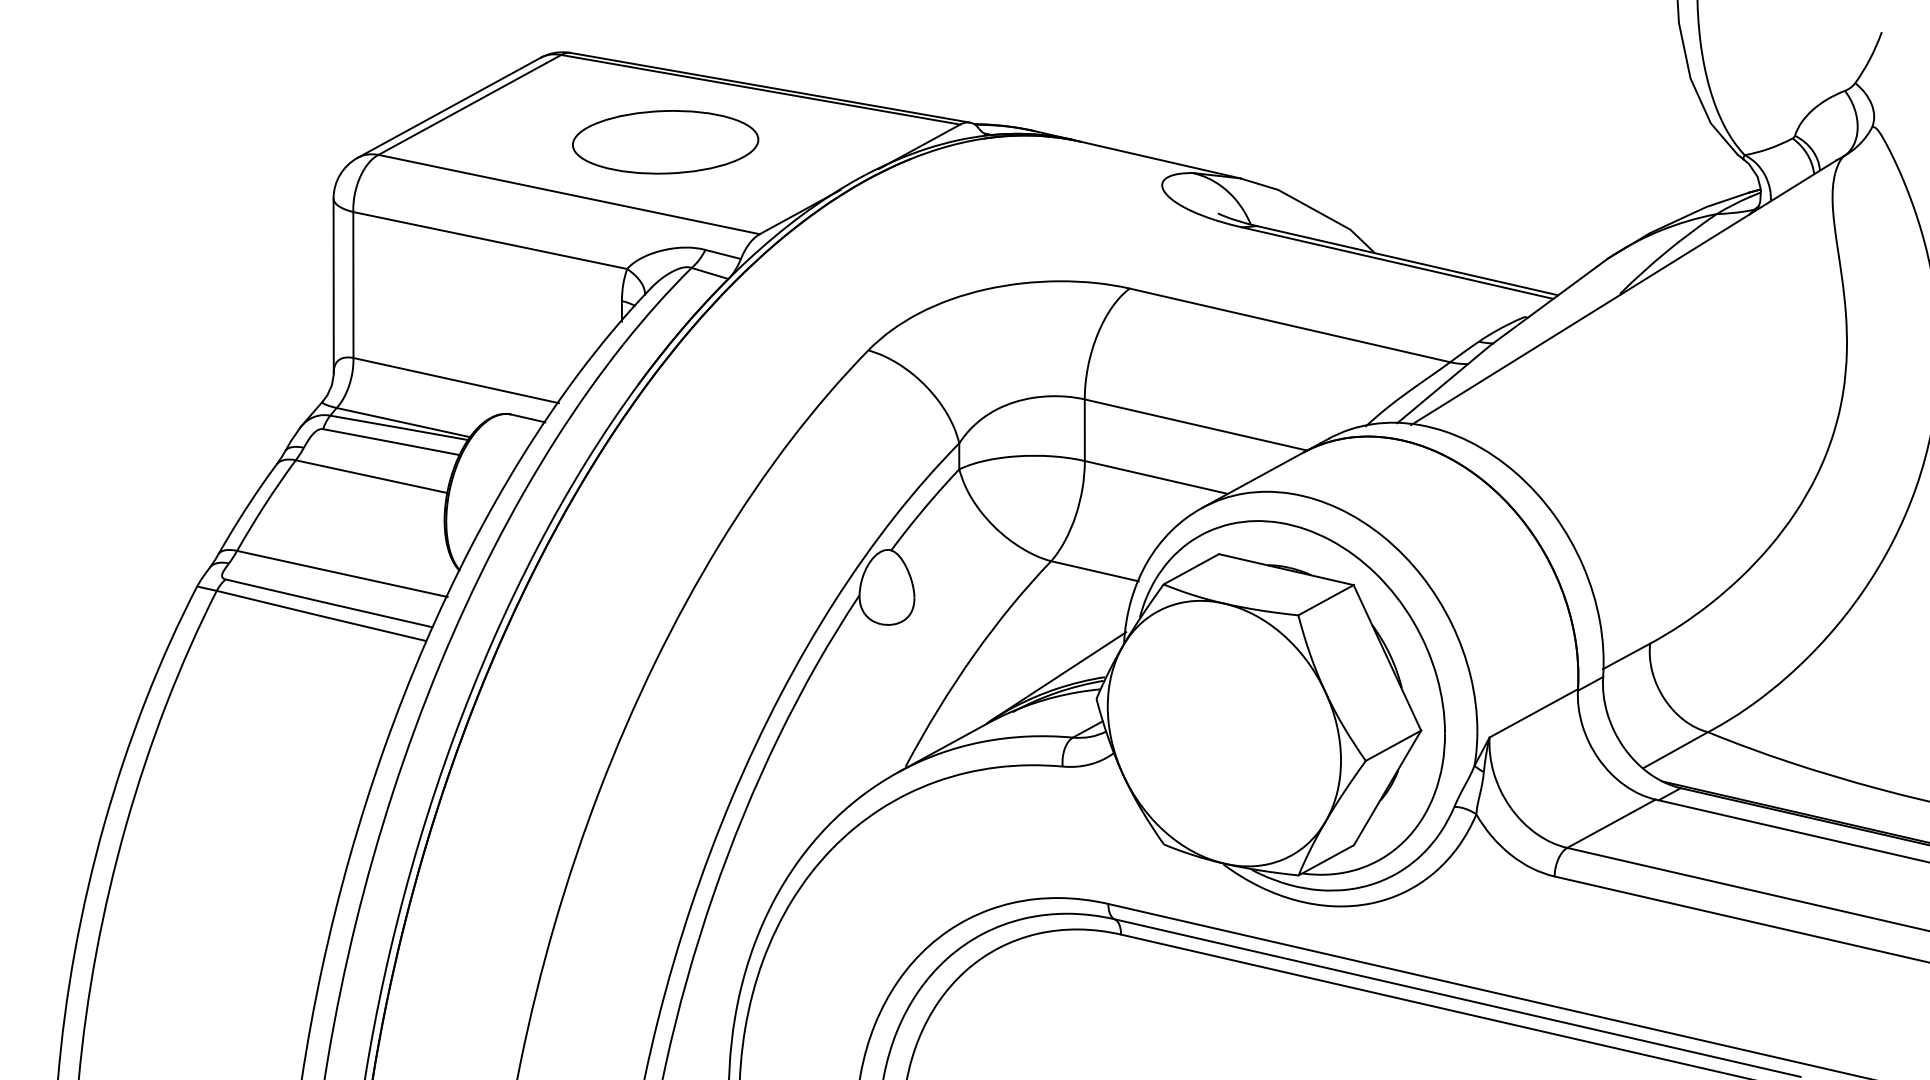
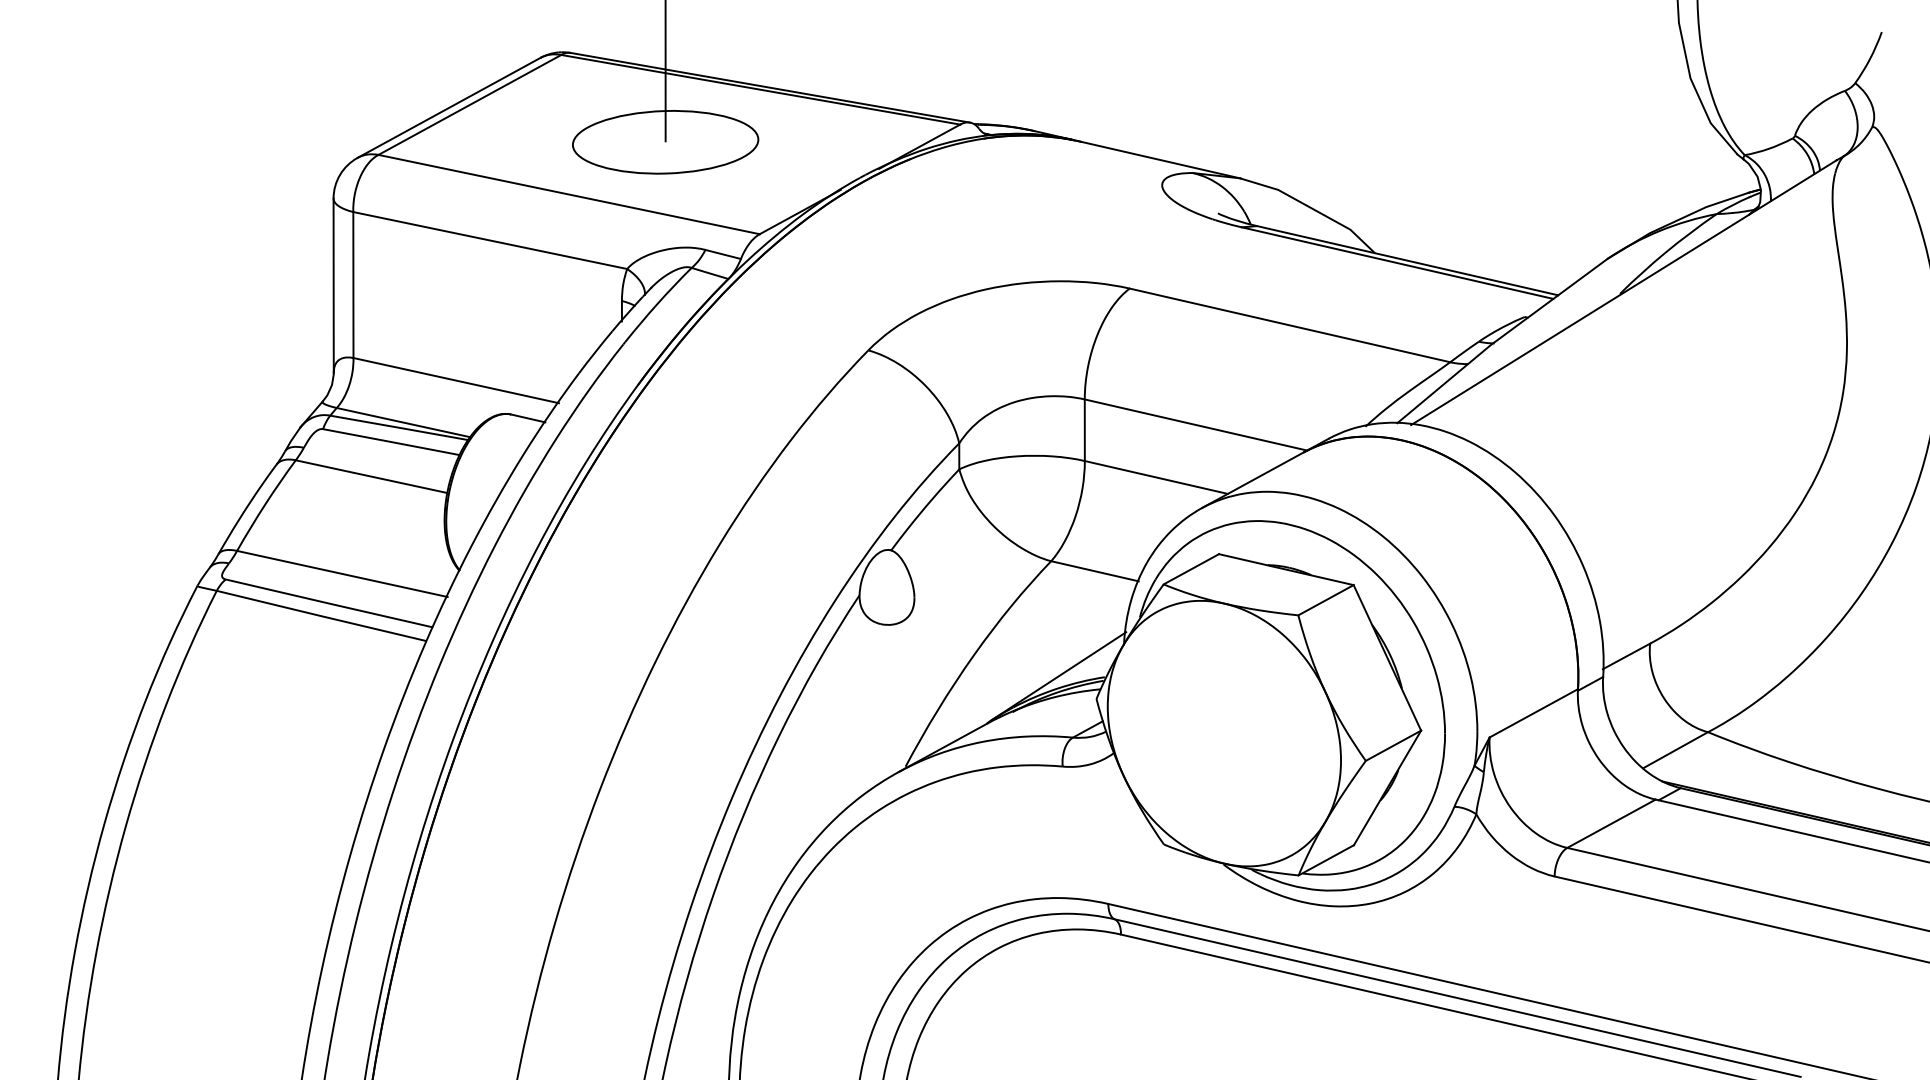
line at (665, 72): none -> present
